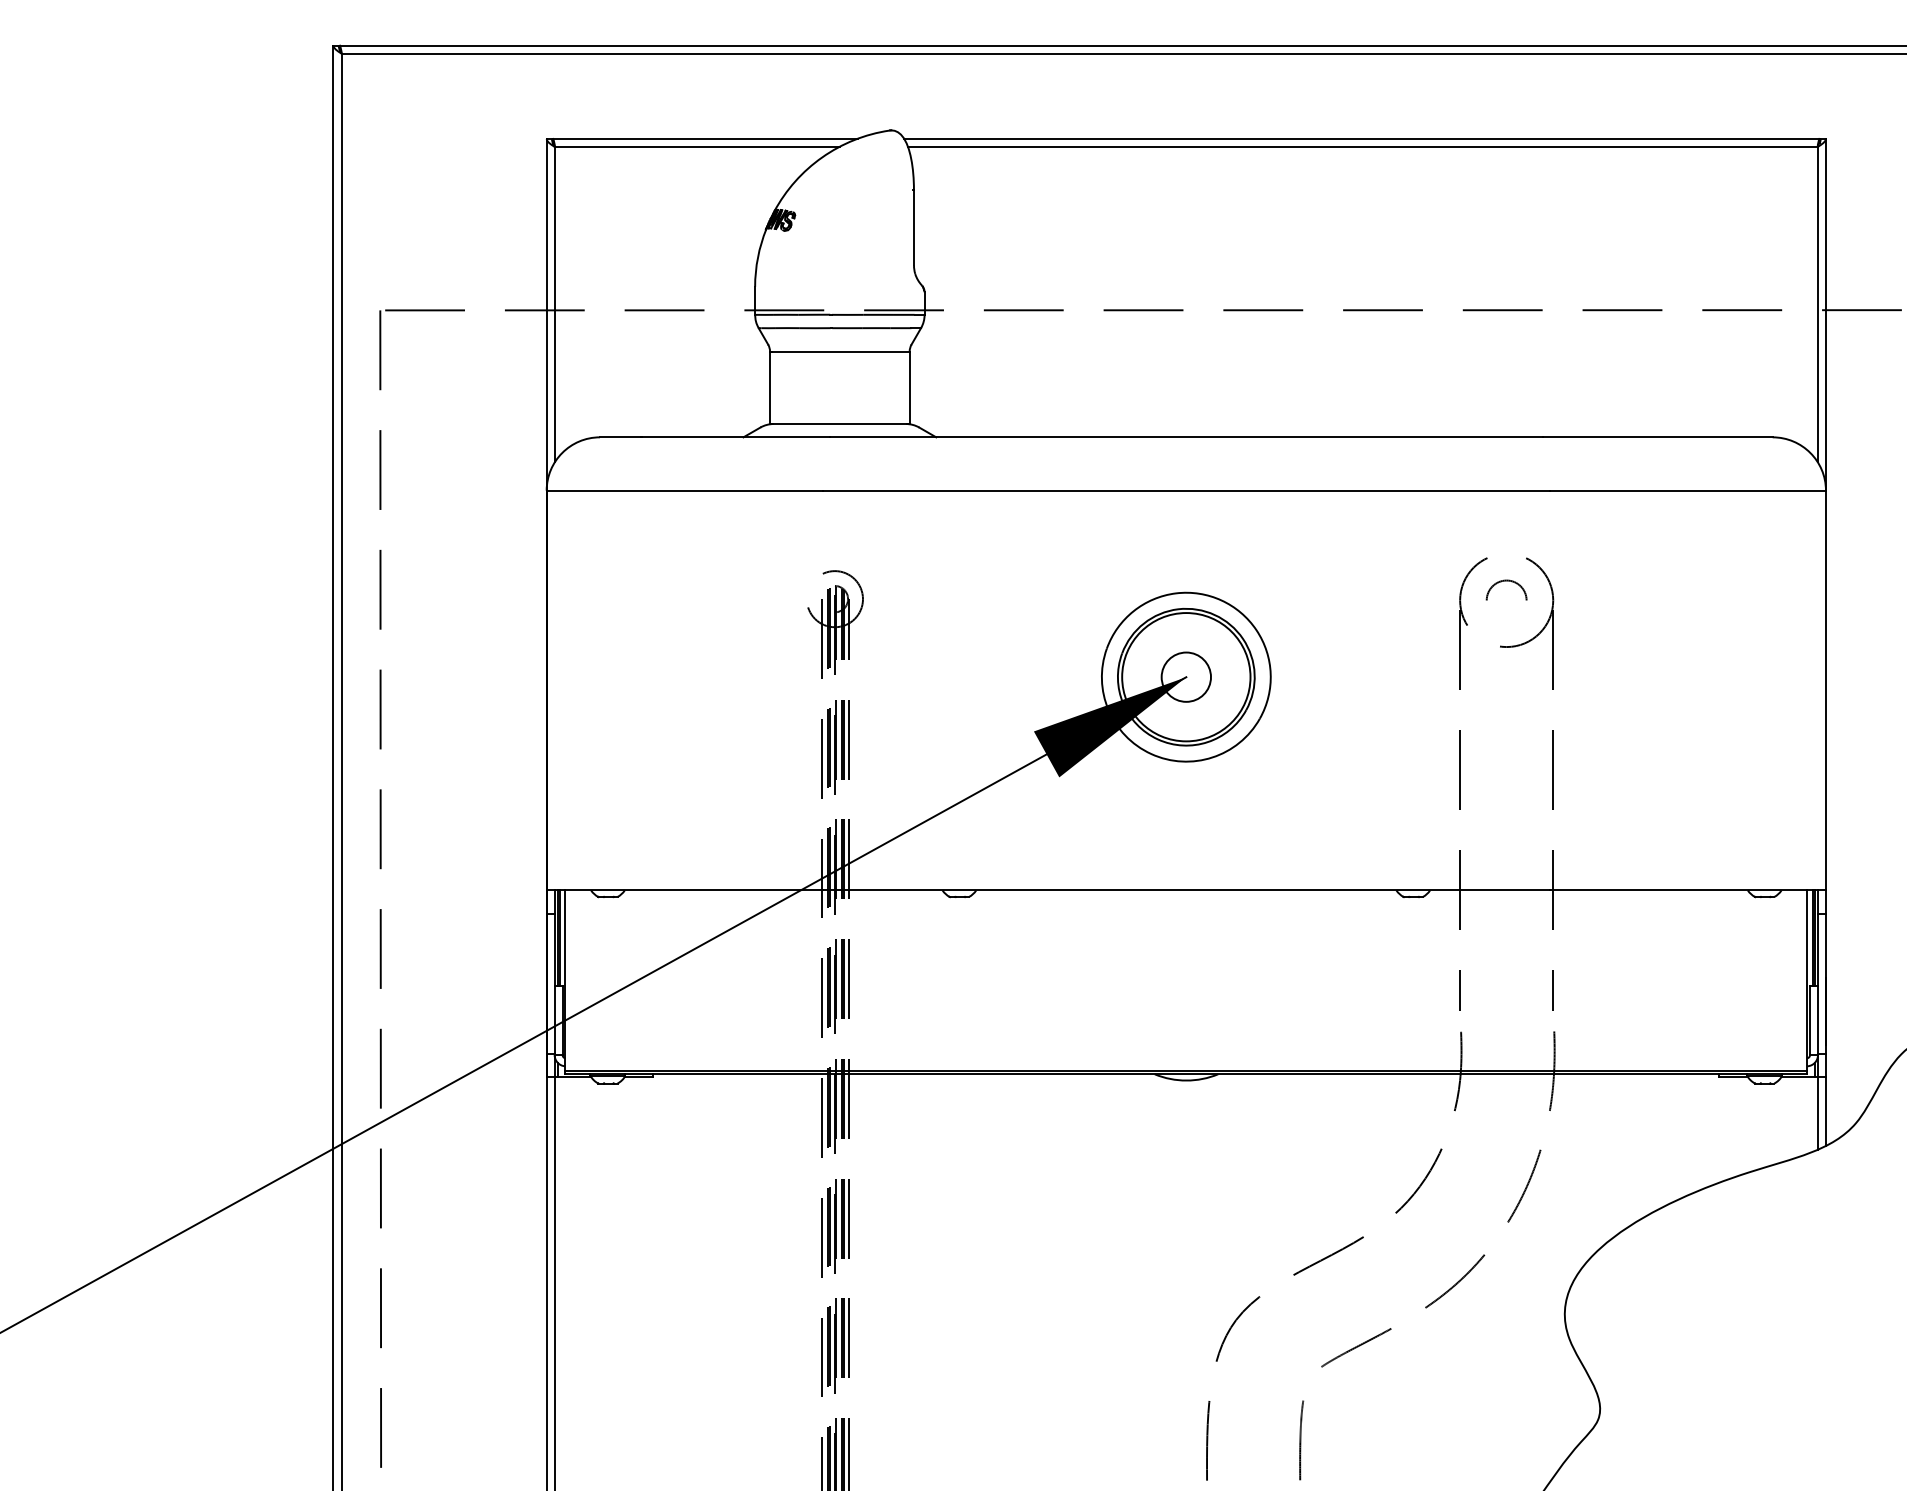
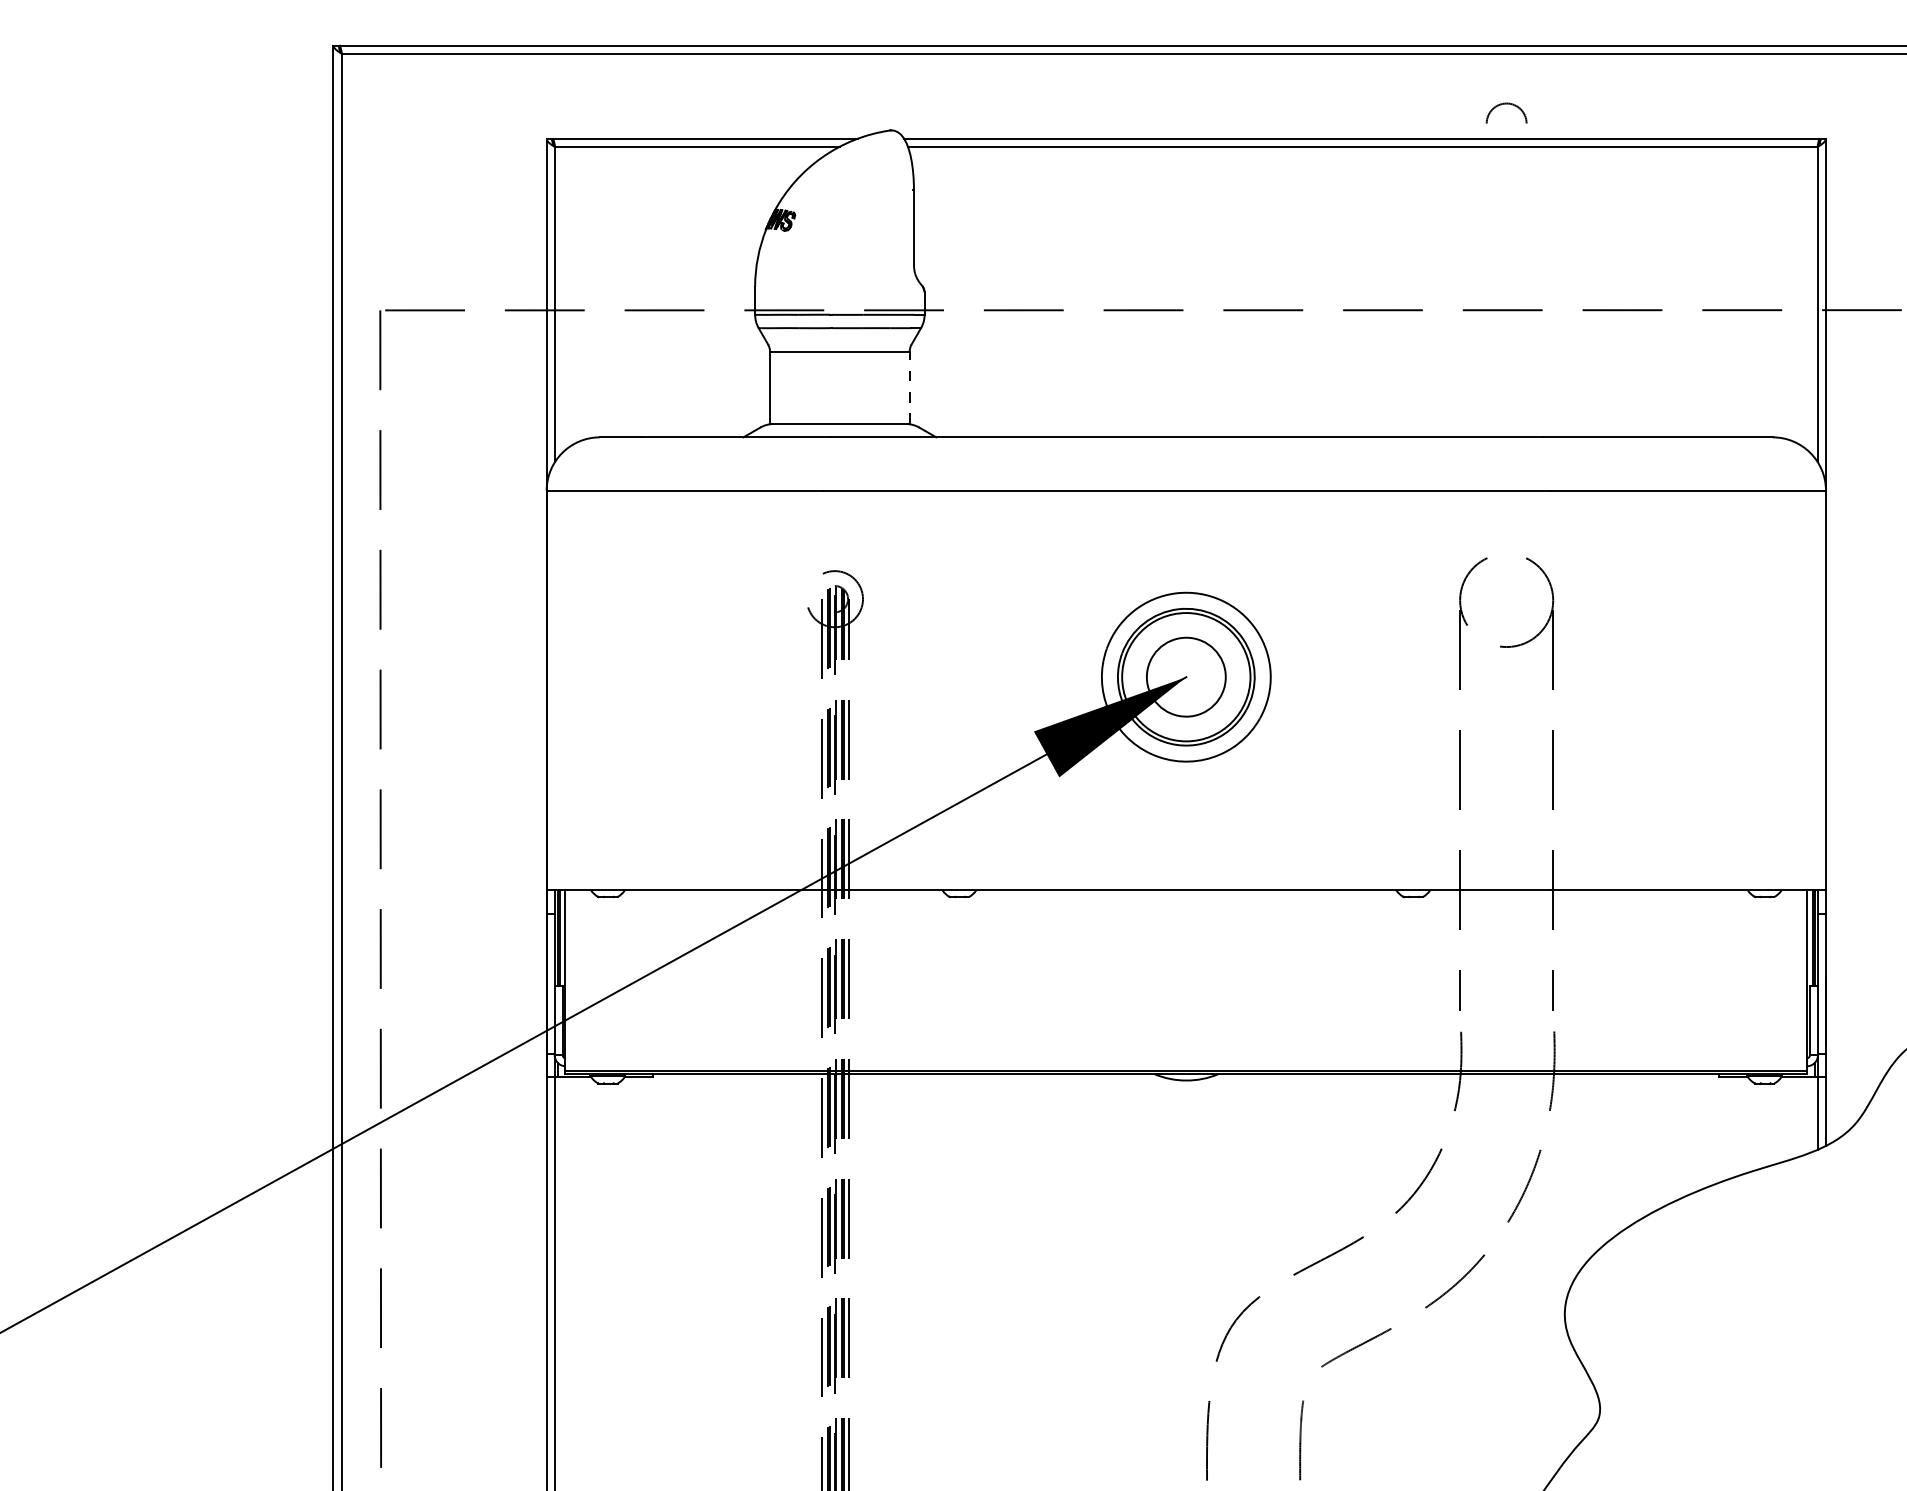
line at (909, 387): solid -> dashed
arc at (1506, 581) position: (1506, 581) -> (1506, 104)
circle at (1186, 676) diameter: 49 px -> 79 px
